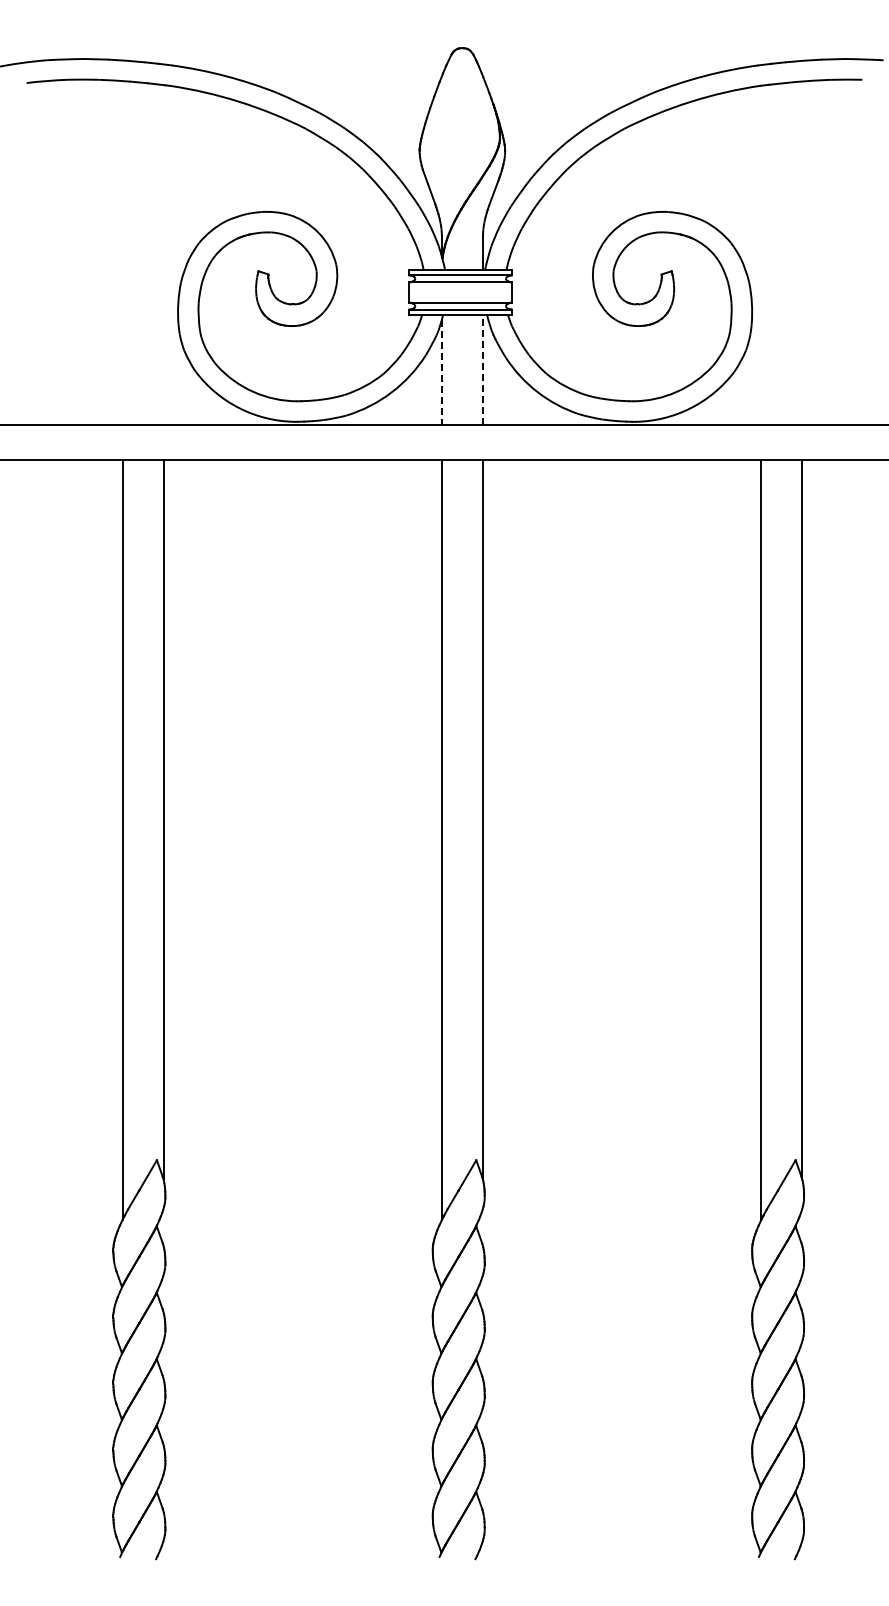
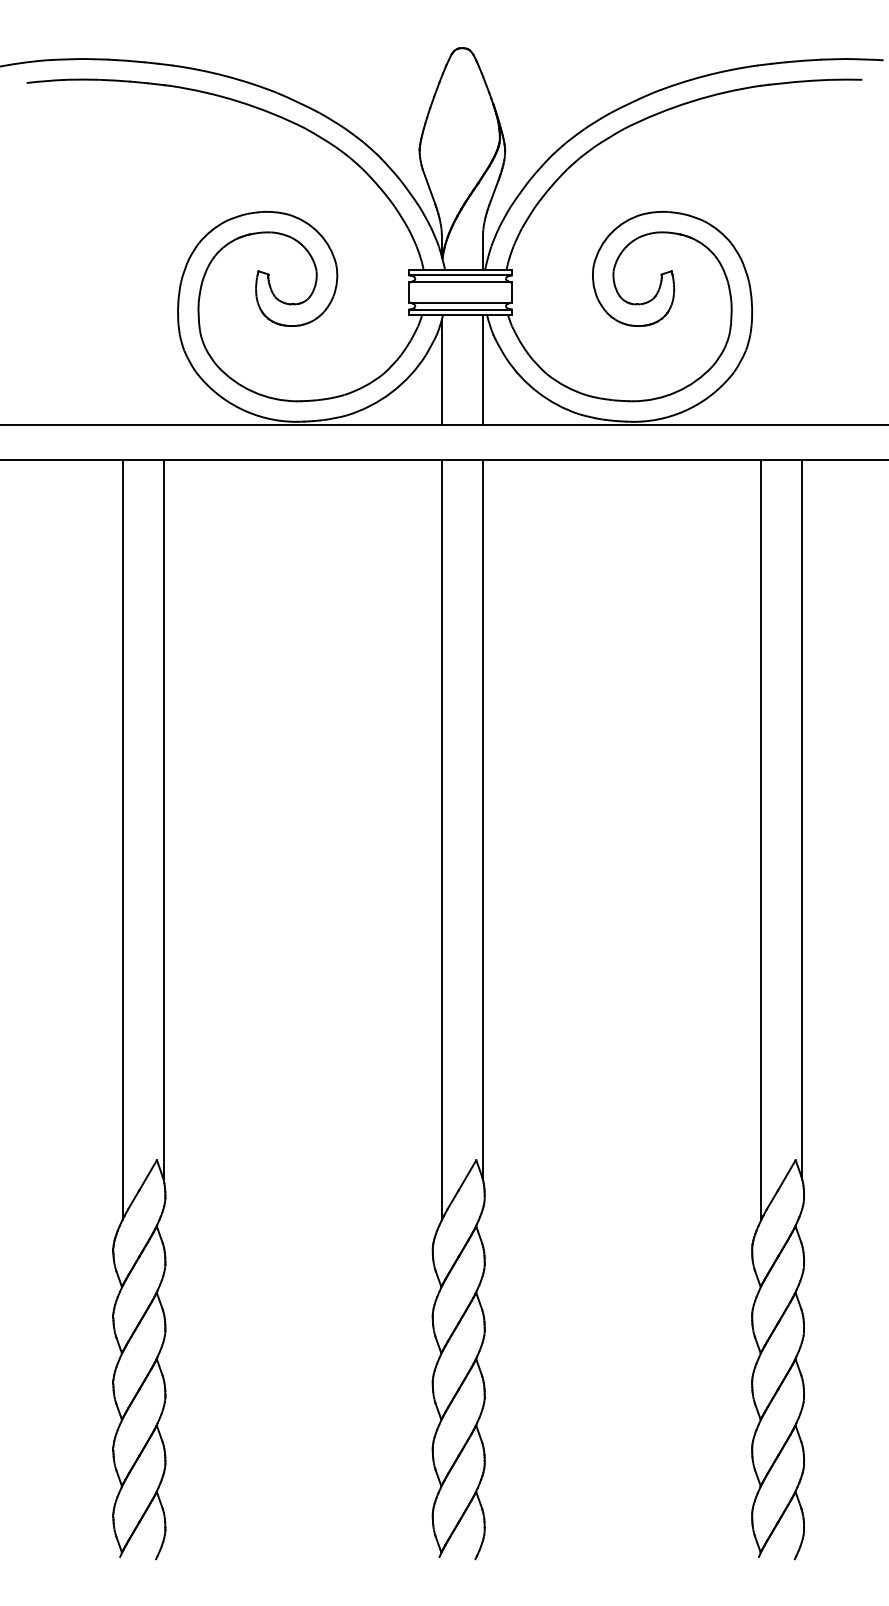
line at (482, 369): dashed -> solid
line at (441, 372): dashed -> solid
